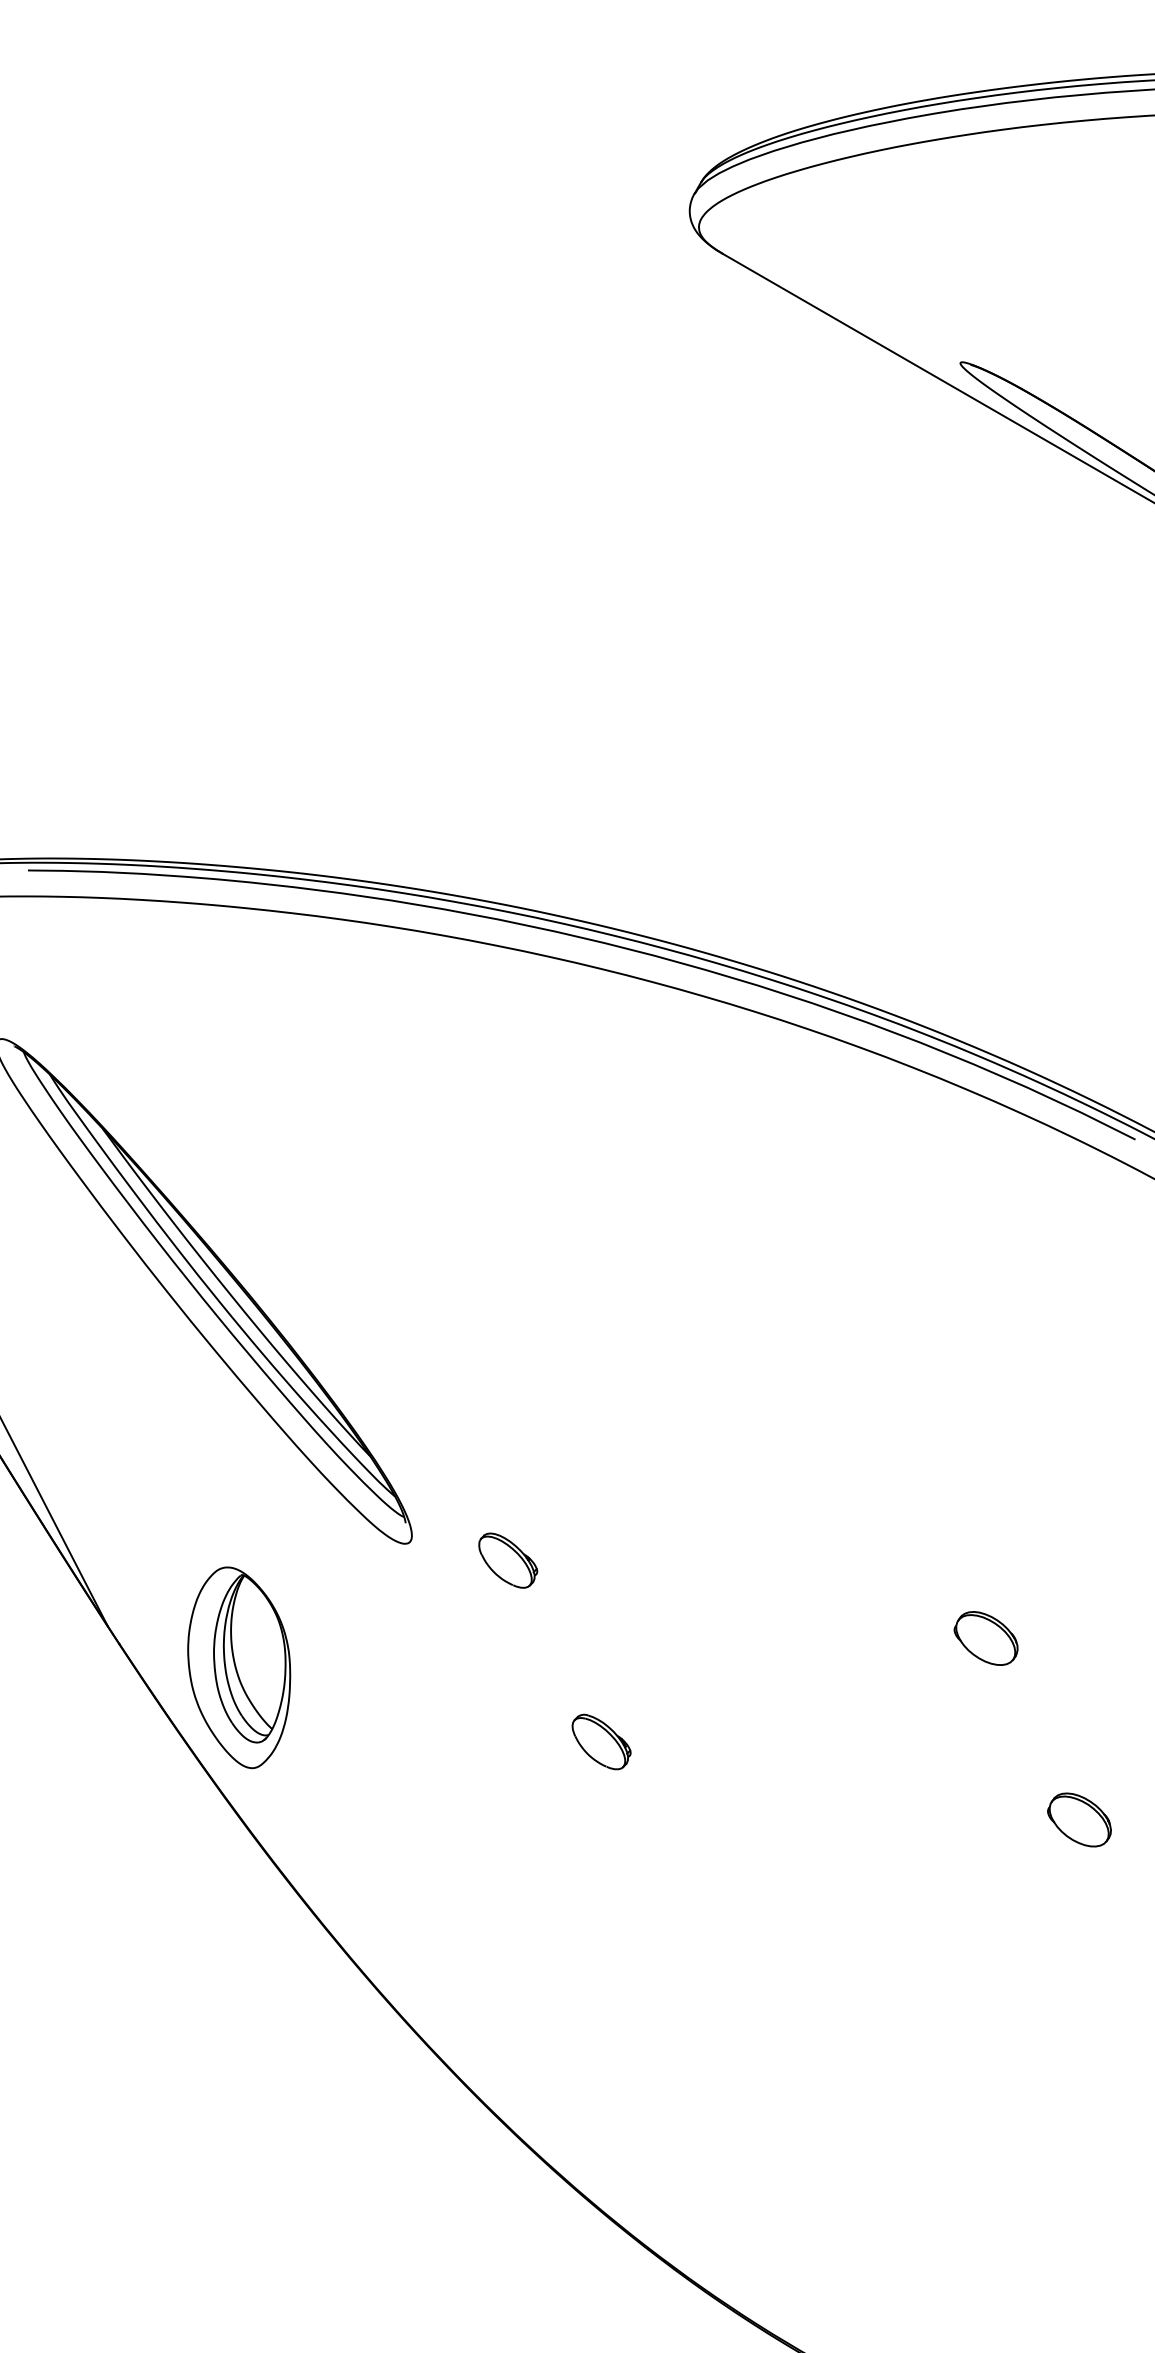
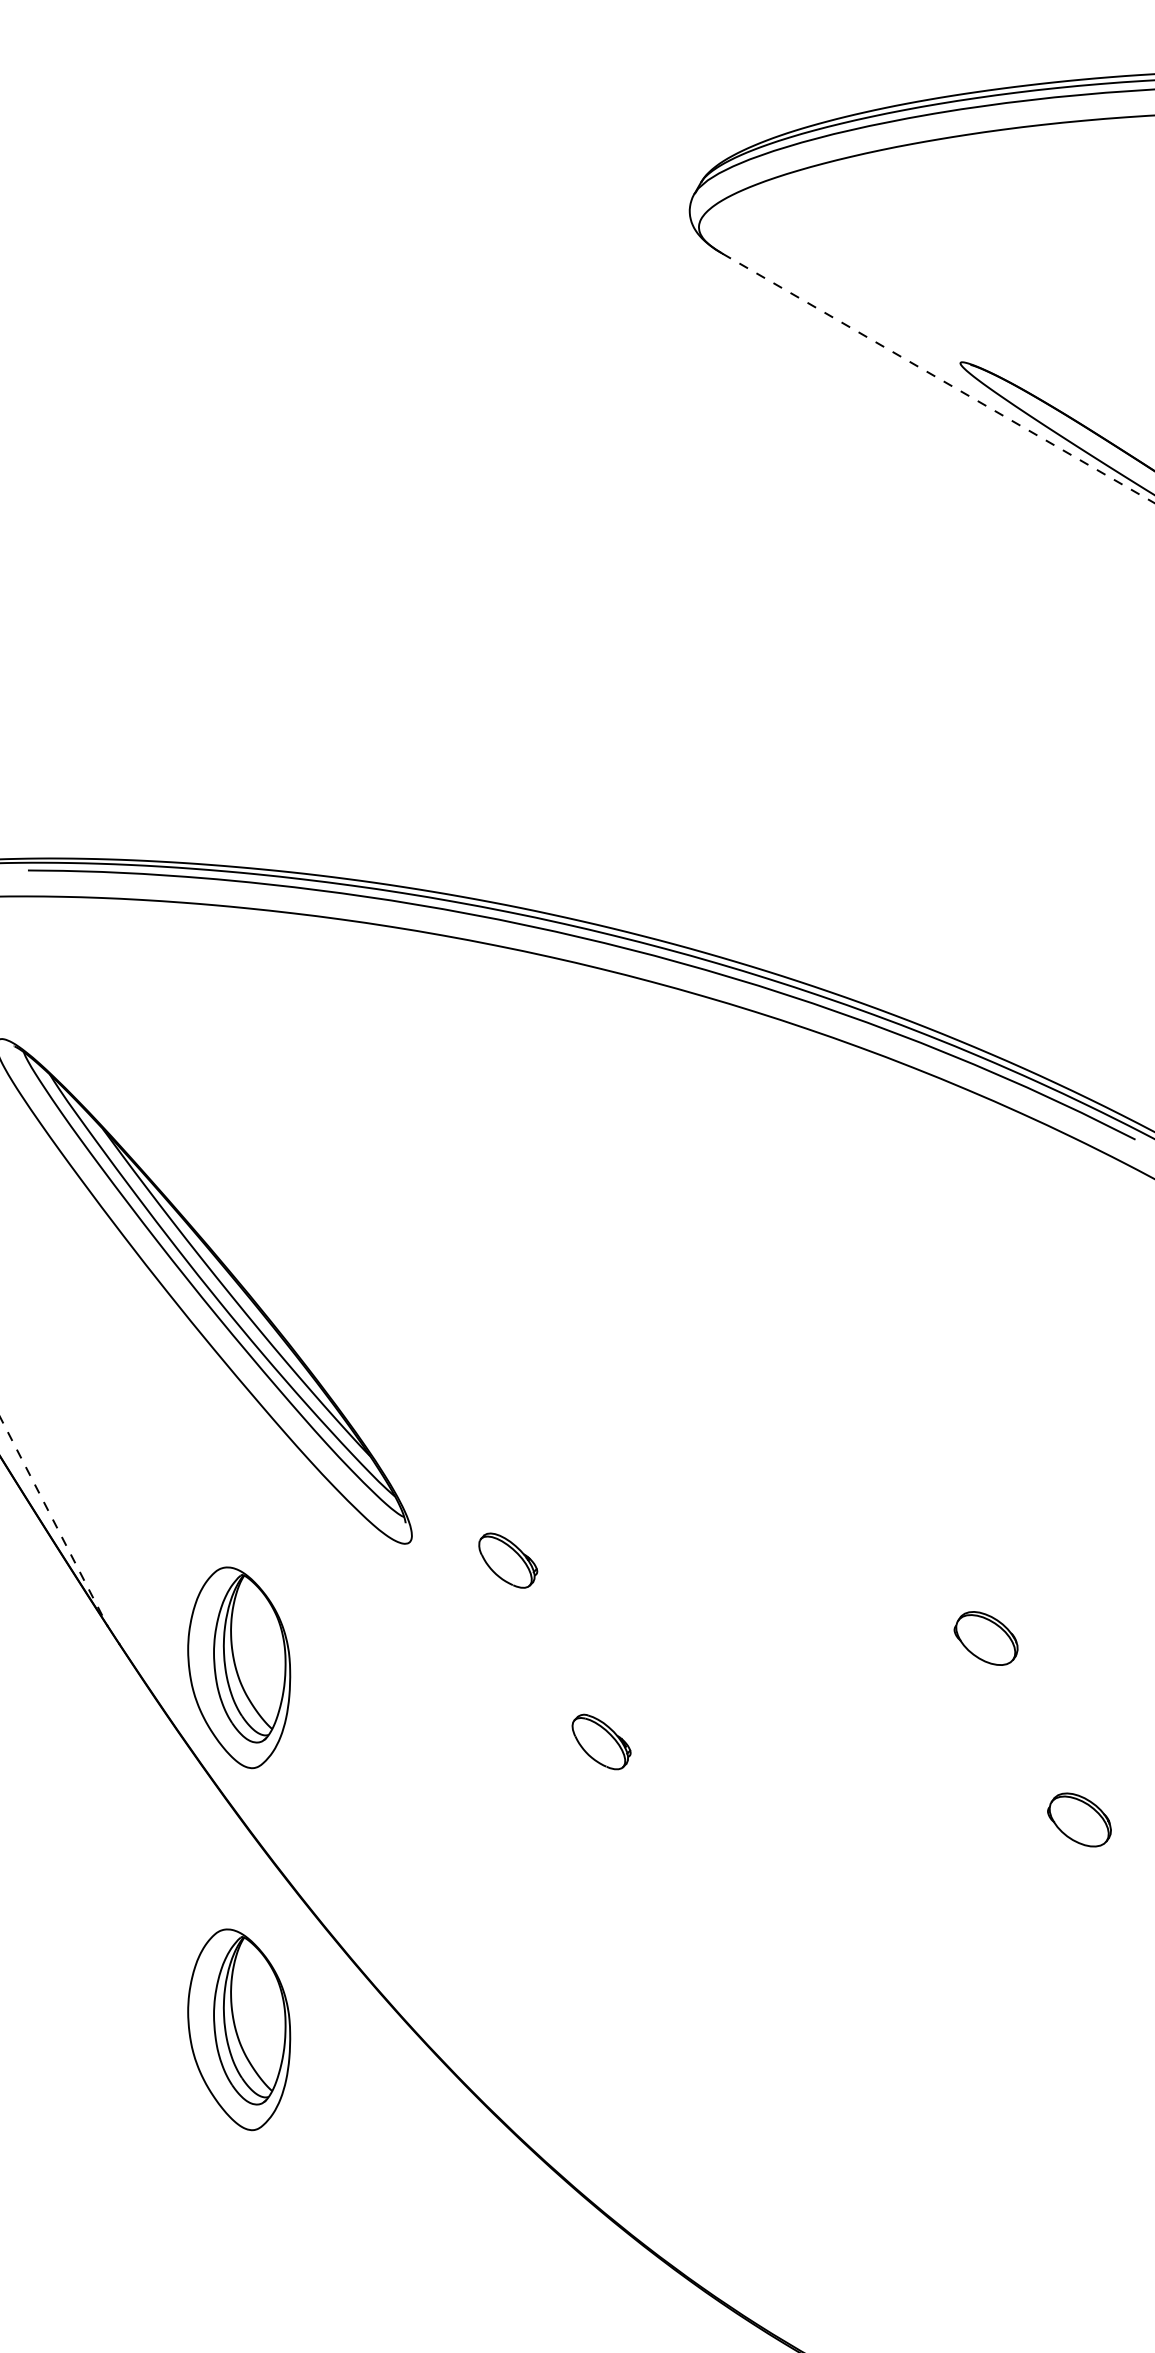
line at (938, 378): solid -> dashed
line at (54, 1522): solid -> dashed
part at (239, 2029): none -> present
